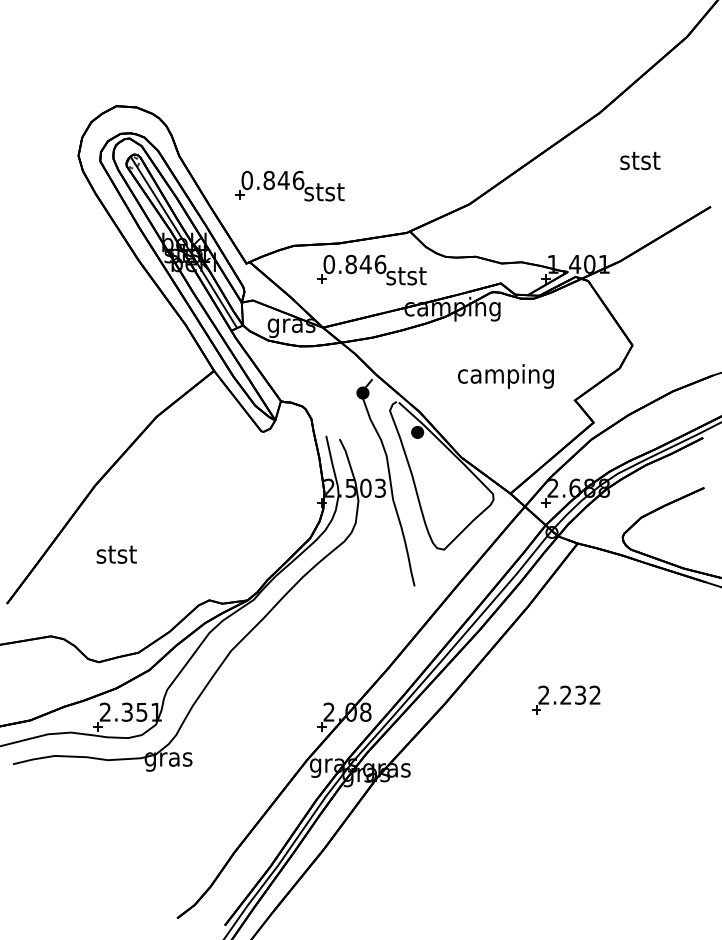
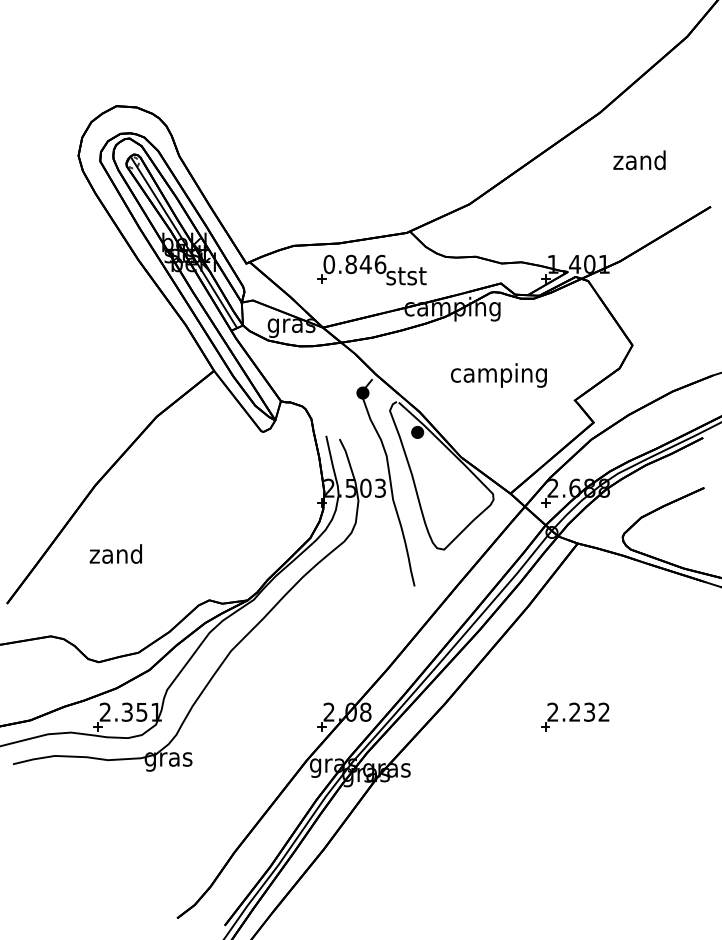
text at (639, 160): stst -> zand
part at (289, 185): present -> none
text at (505, 376) position: (505, 376) -> (498, 375)
text at (115, 553): stst -> zand
part at (566, 699) position: (566, 699) -> (575, 716)
